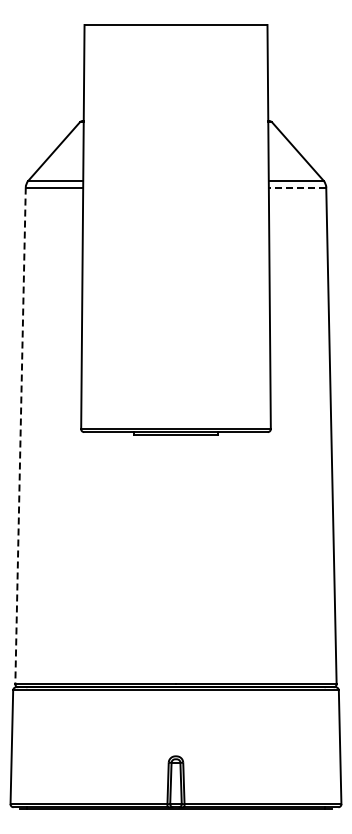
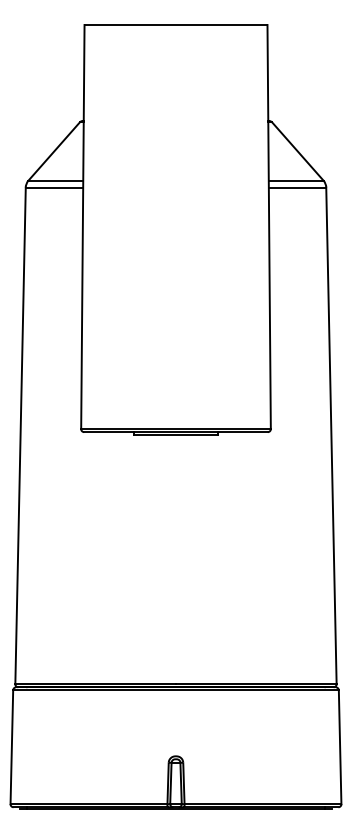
line at (297, 187): dashed -> solid
line at (20, 436): dashed -> solid
